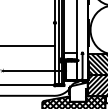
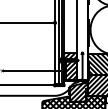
line at (28, 45) position: (28, 45) -> (28, 22)
hatch at (70, 66): none -> present
hatch at (78, 92): none -> present
